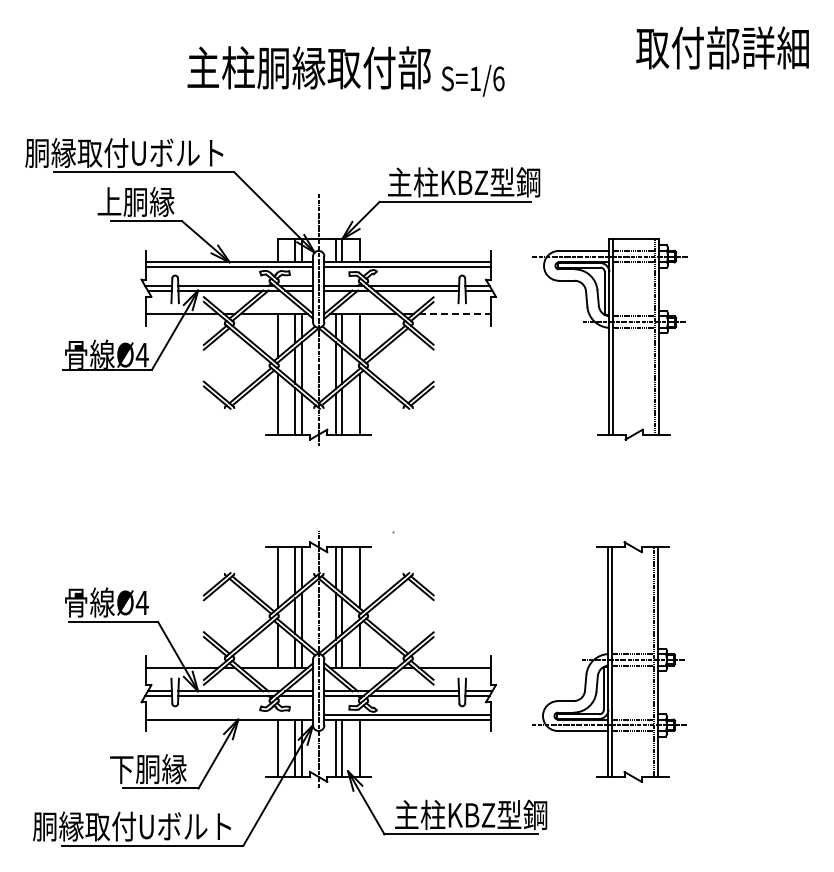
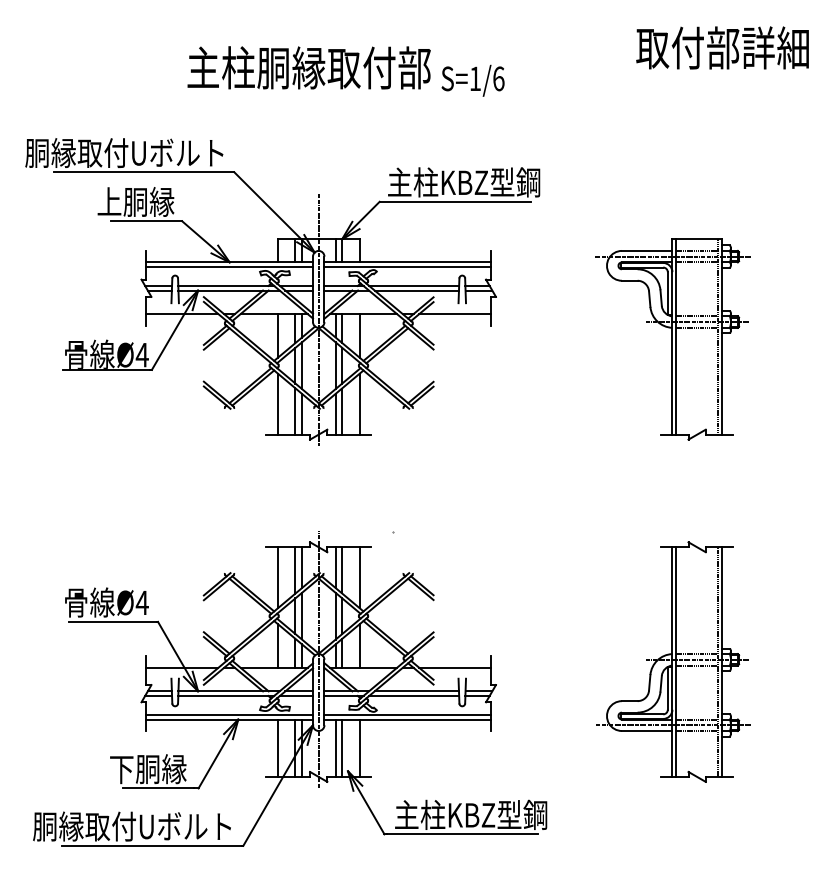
line at (455, 314): dashed -> solid
part at (609, 339) position: (609, 339) -> (672, 339)
part at (609, 661) position: (609, 661) -> (673, 661)
line at (229, 714): none -> present
